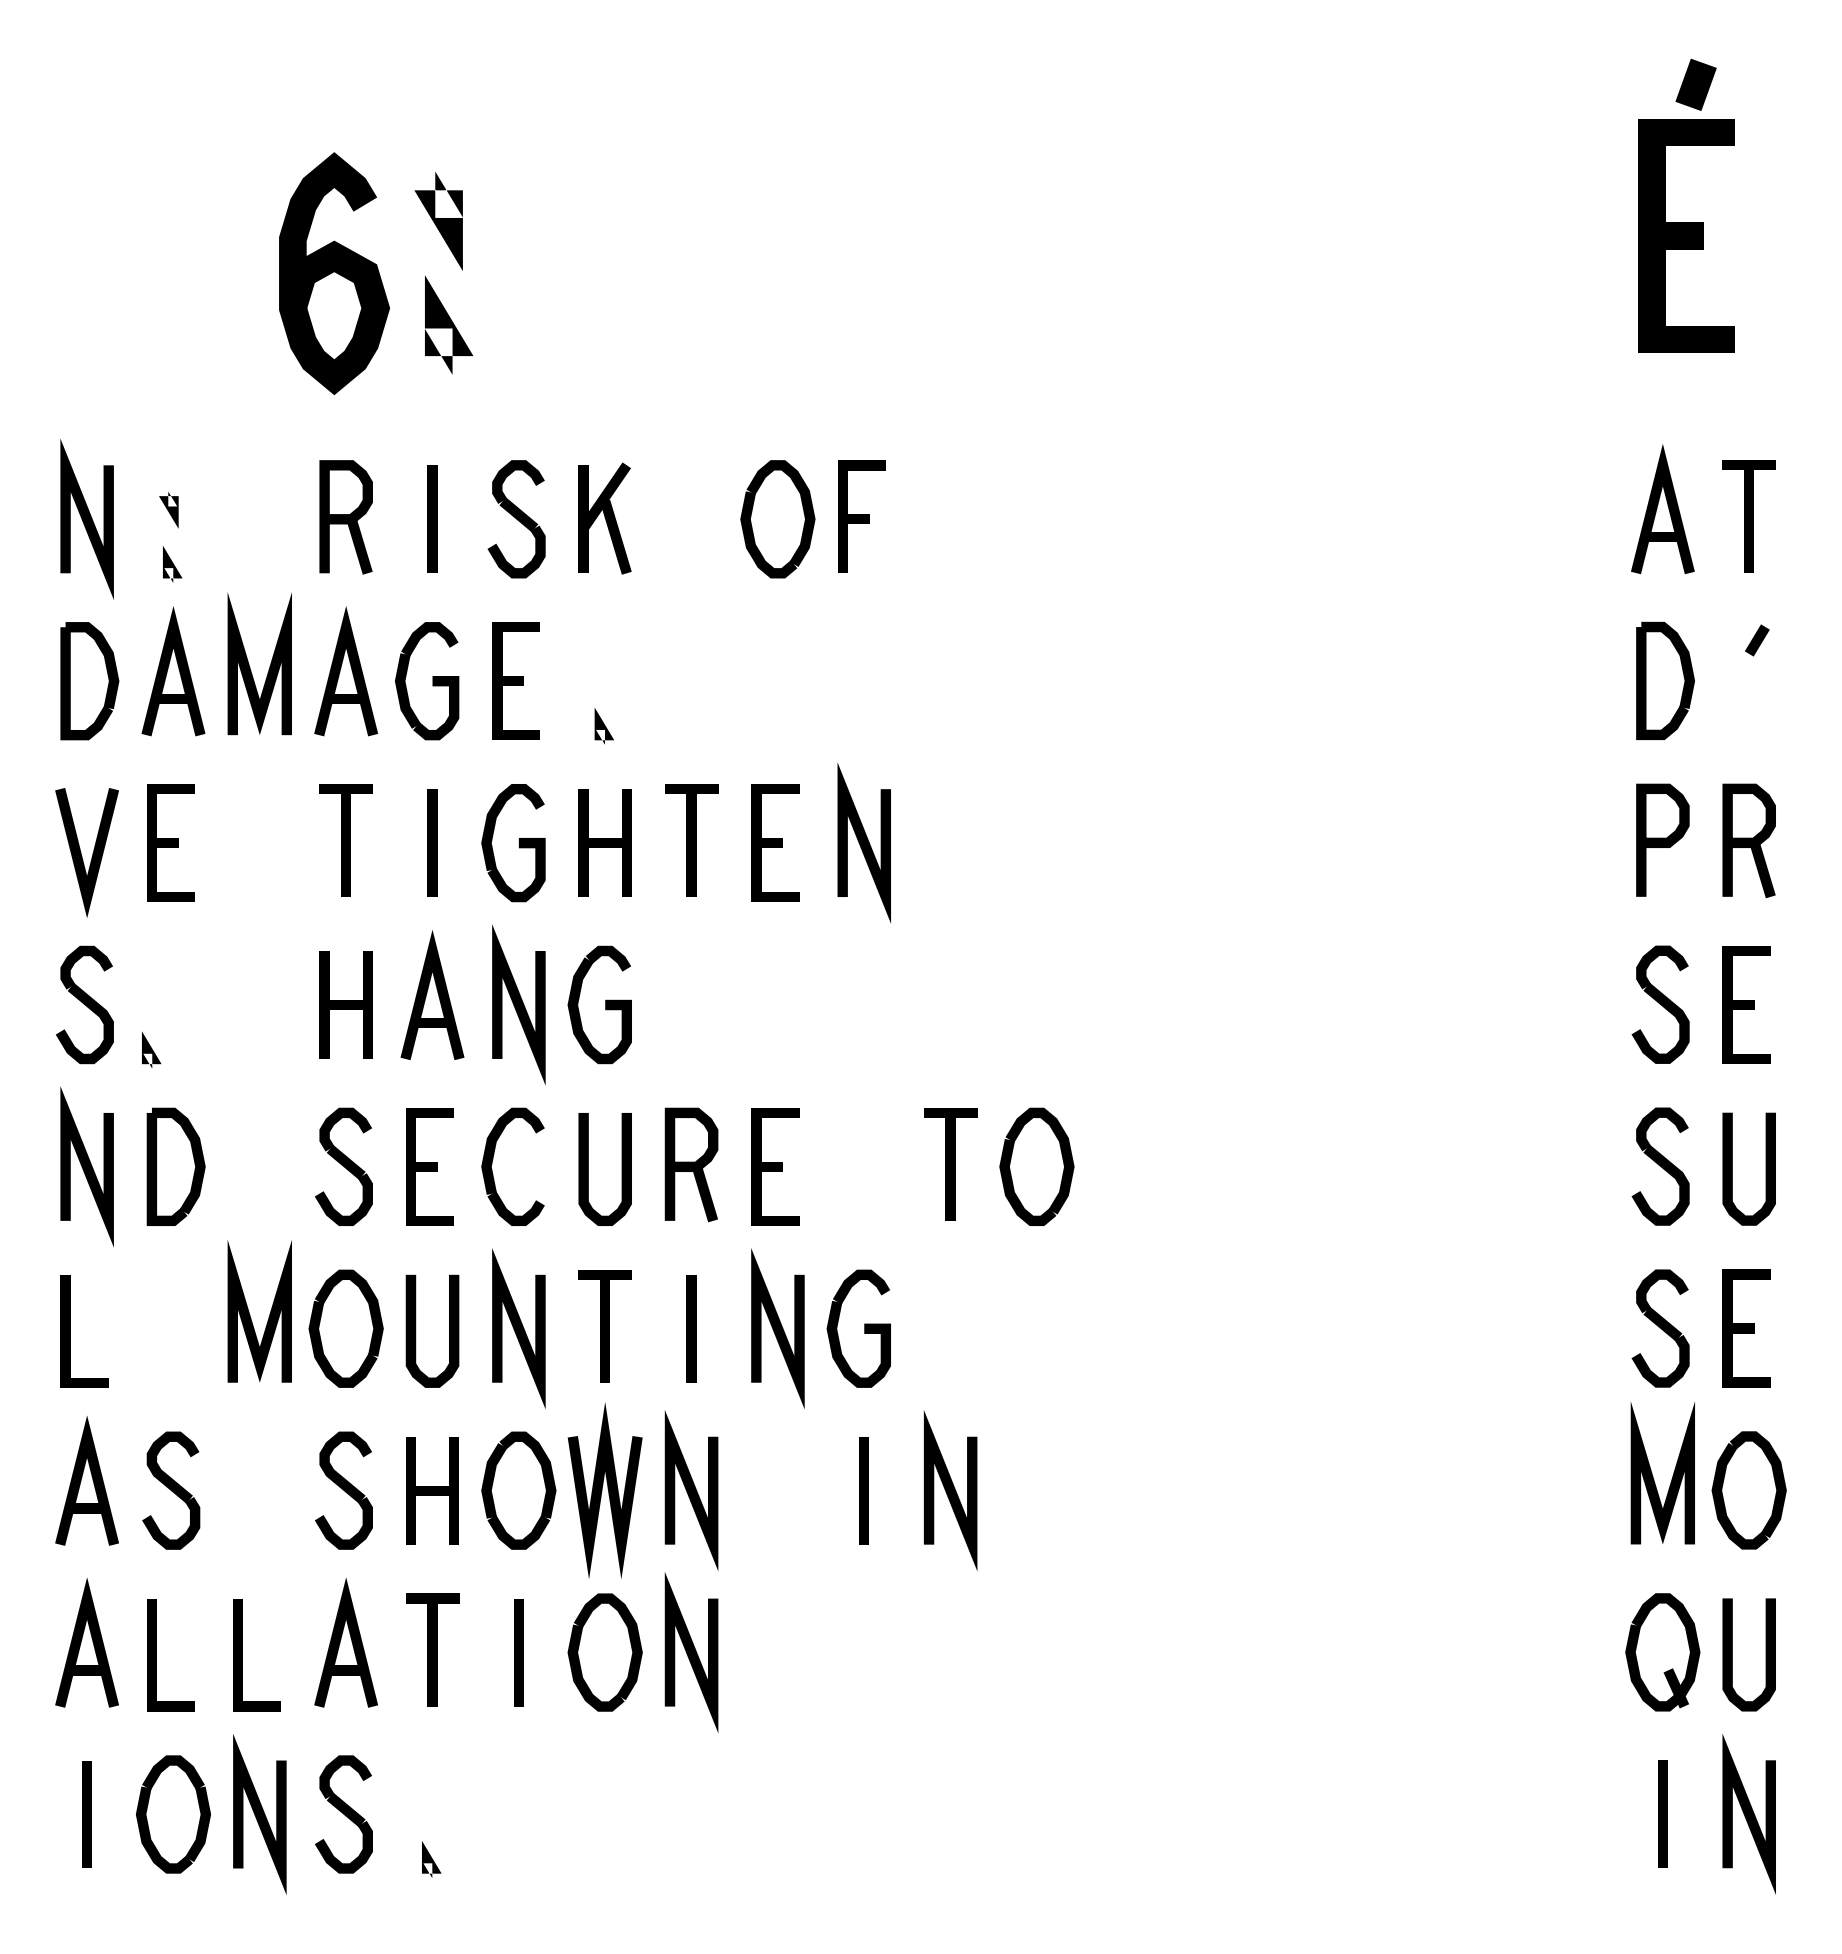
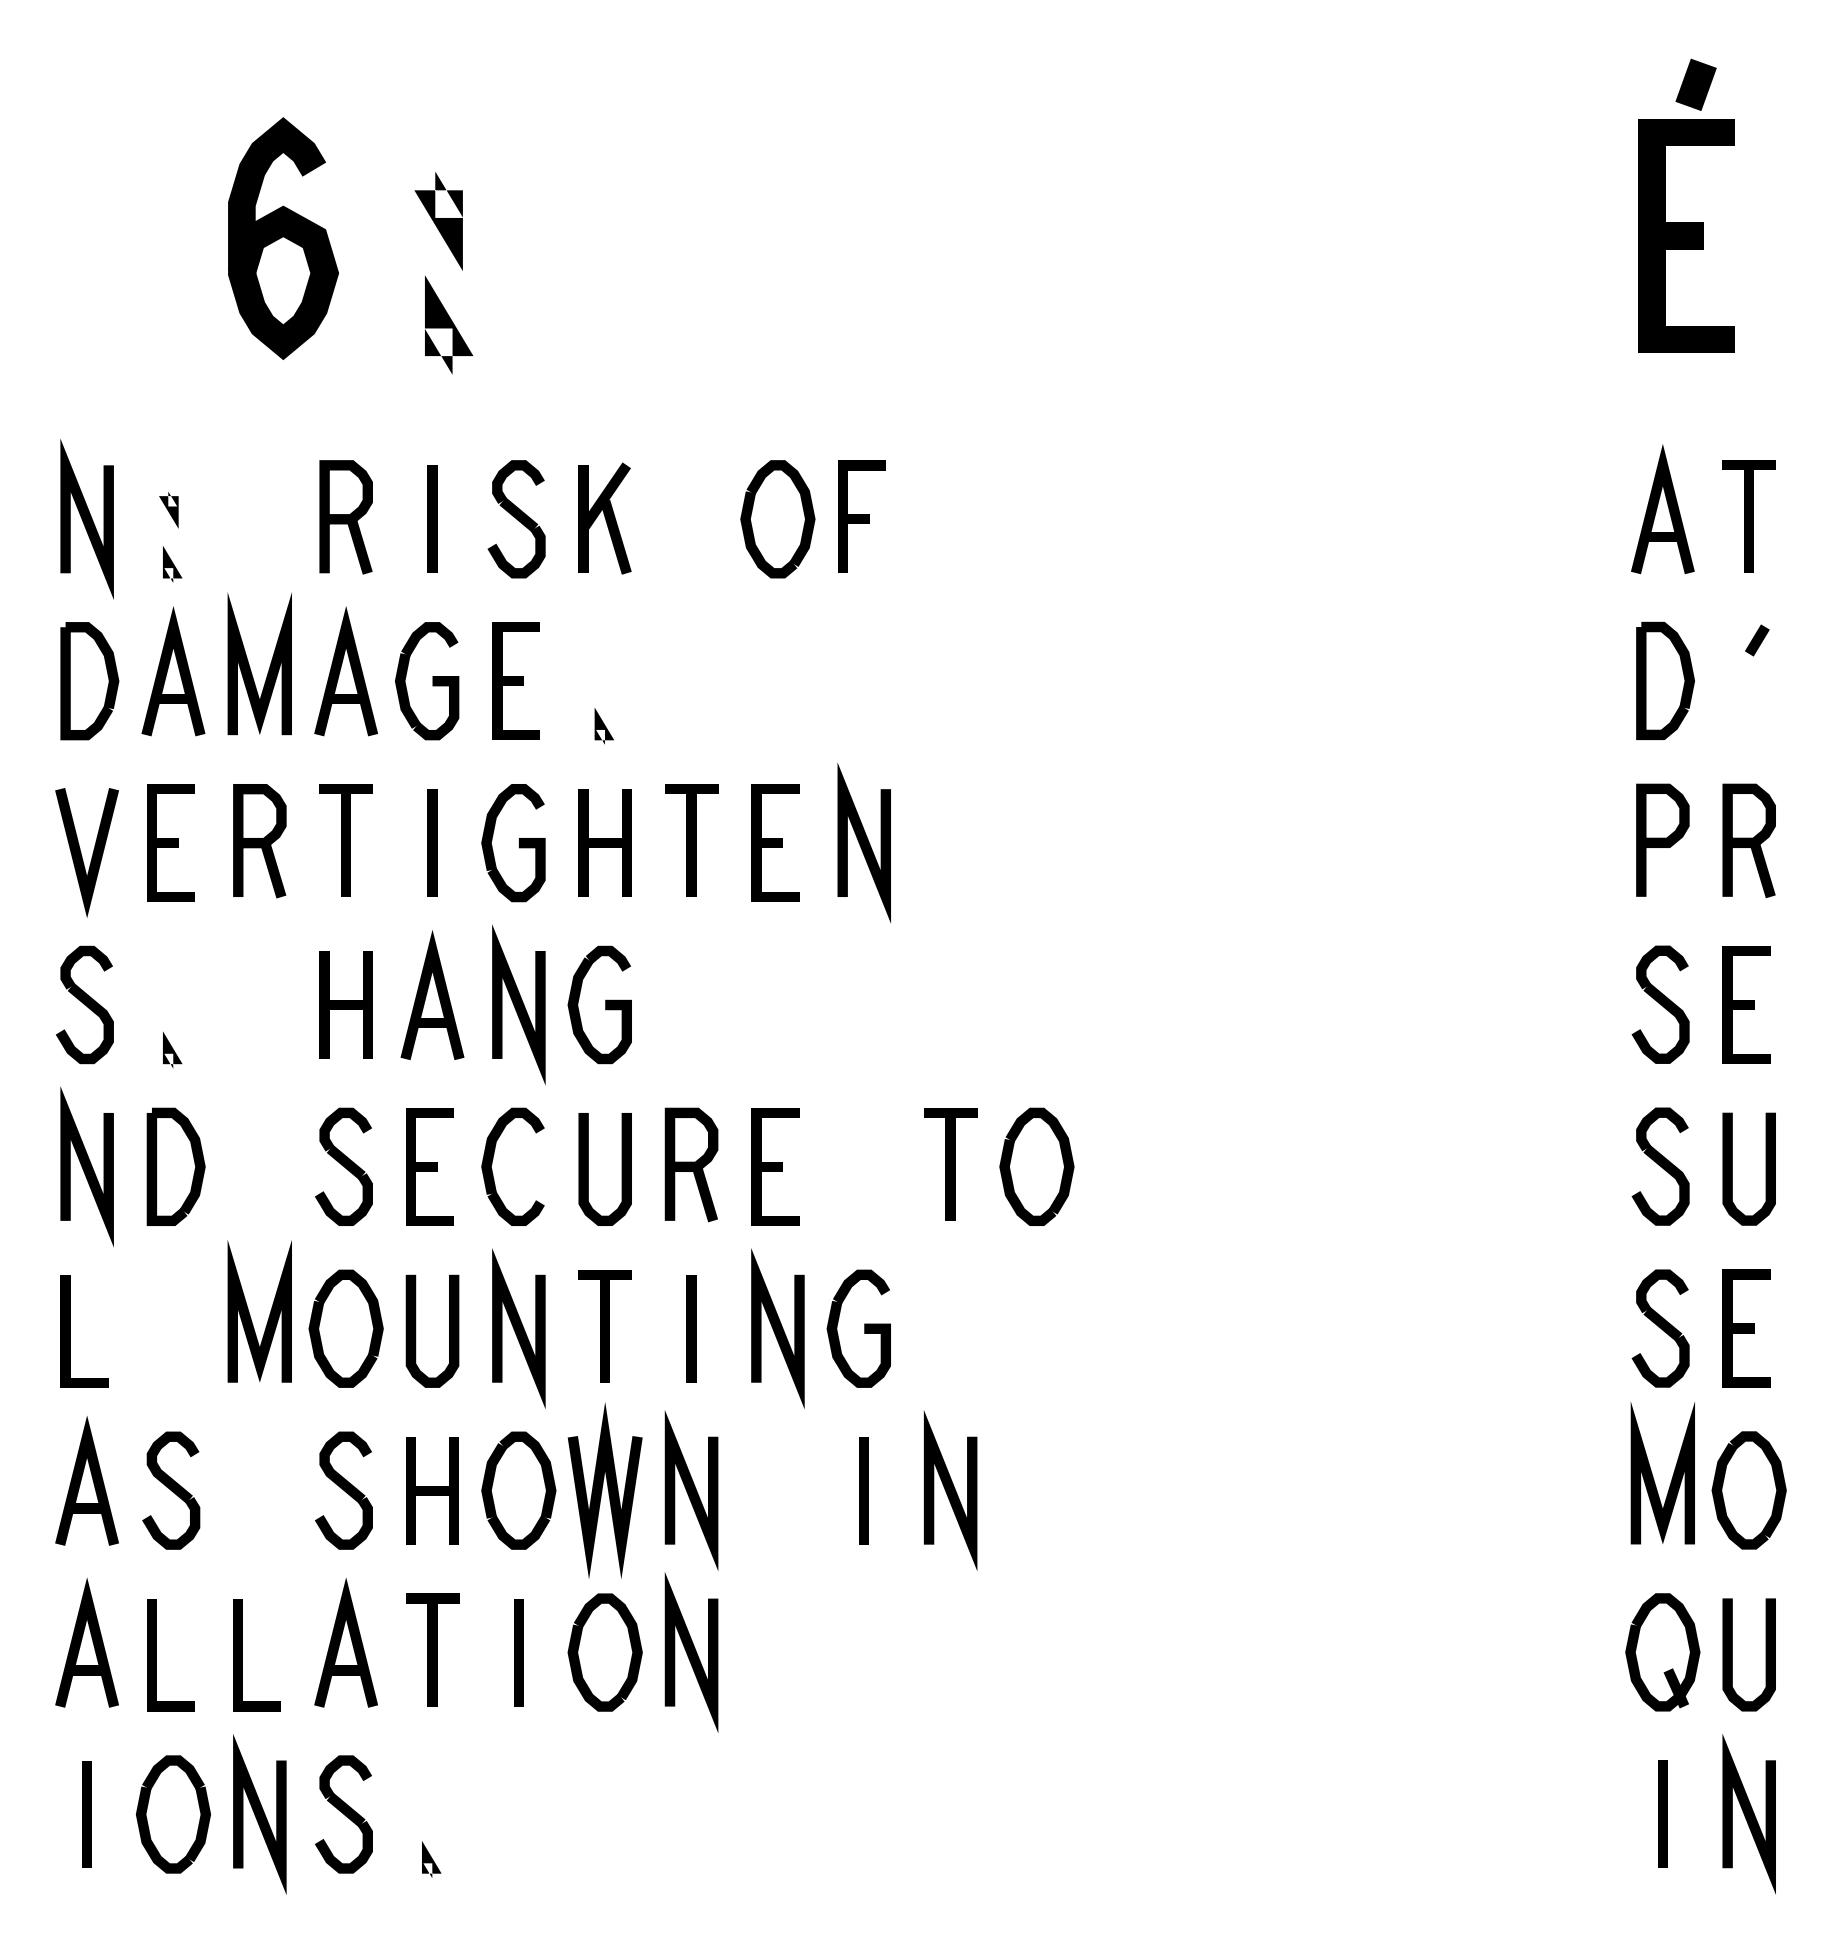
curve at (334, 272) position: (334, 272) -> (283, 237)
part at (259, 841): none -> present
part at (151, 1050) position: (151, 1050) -> (172, 1050)
